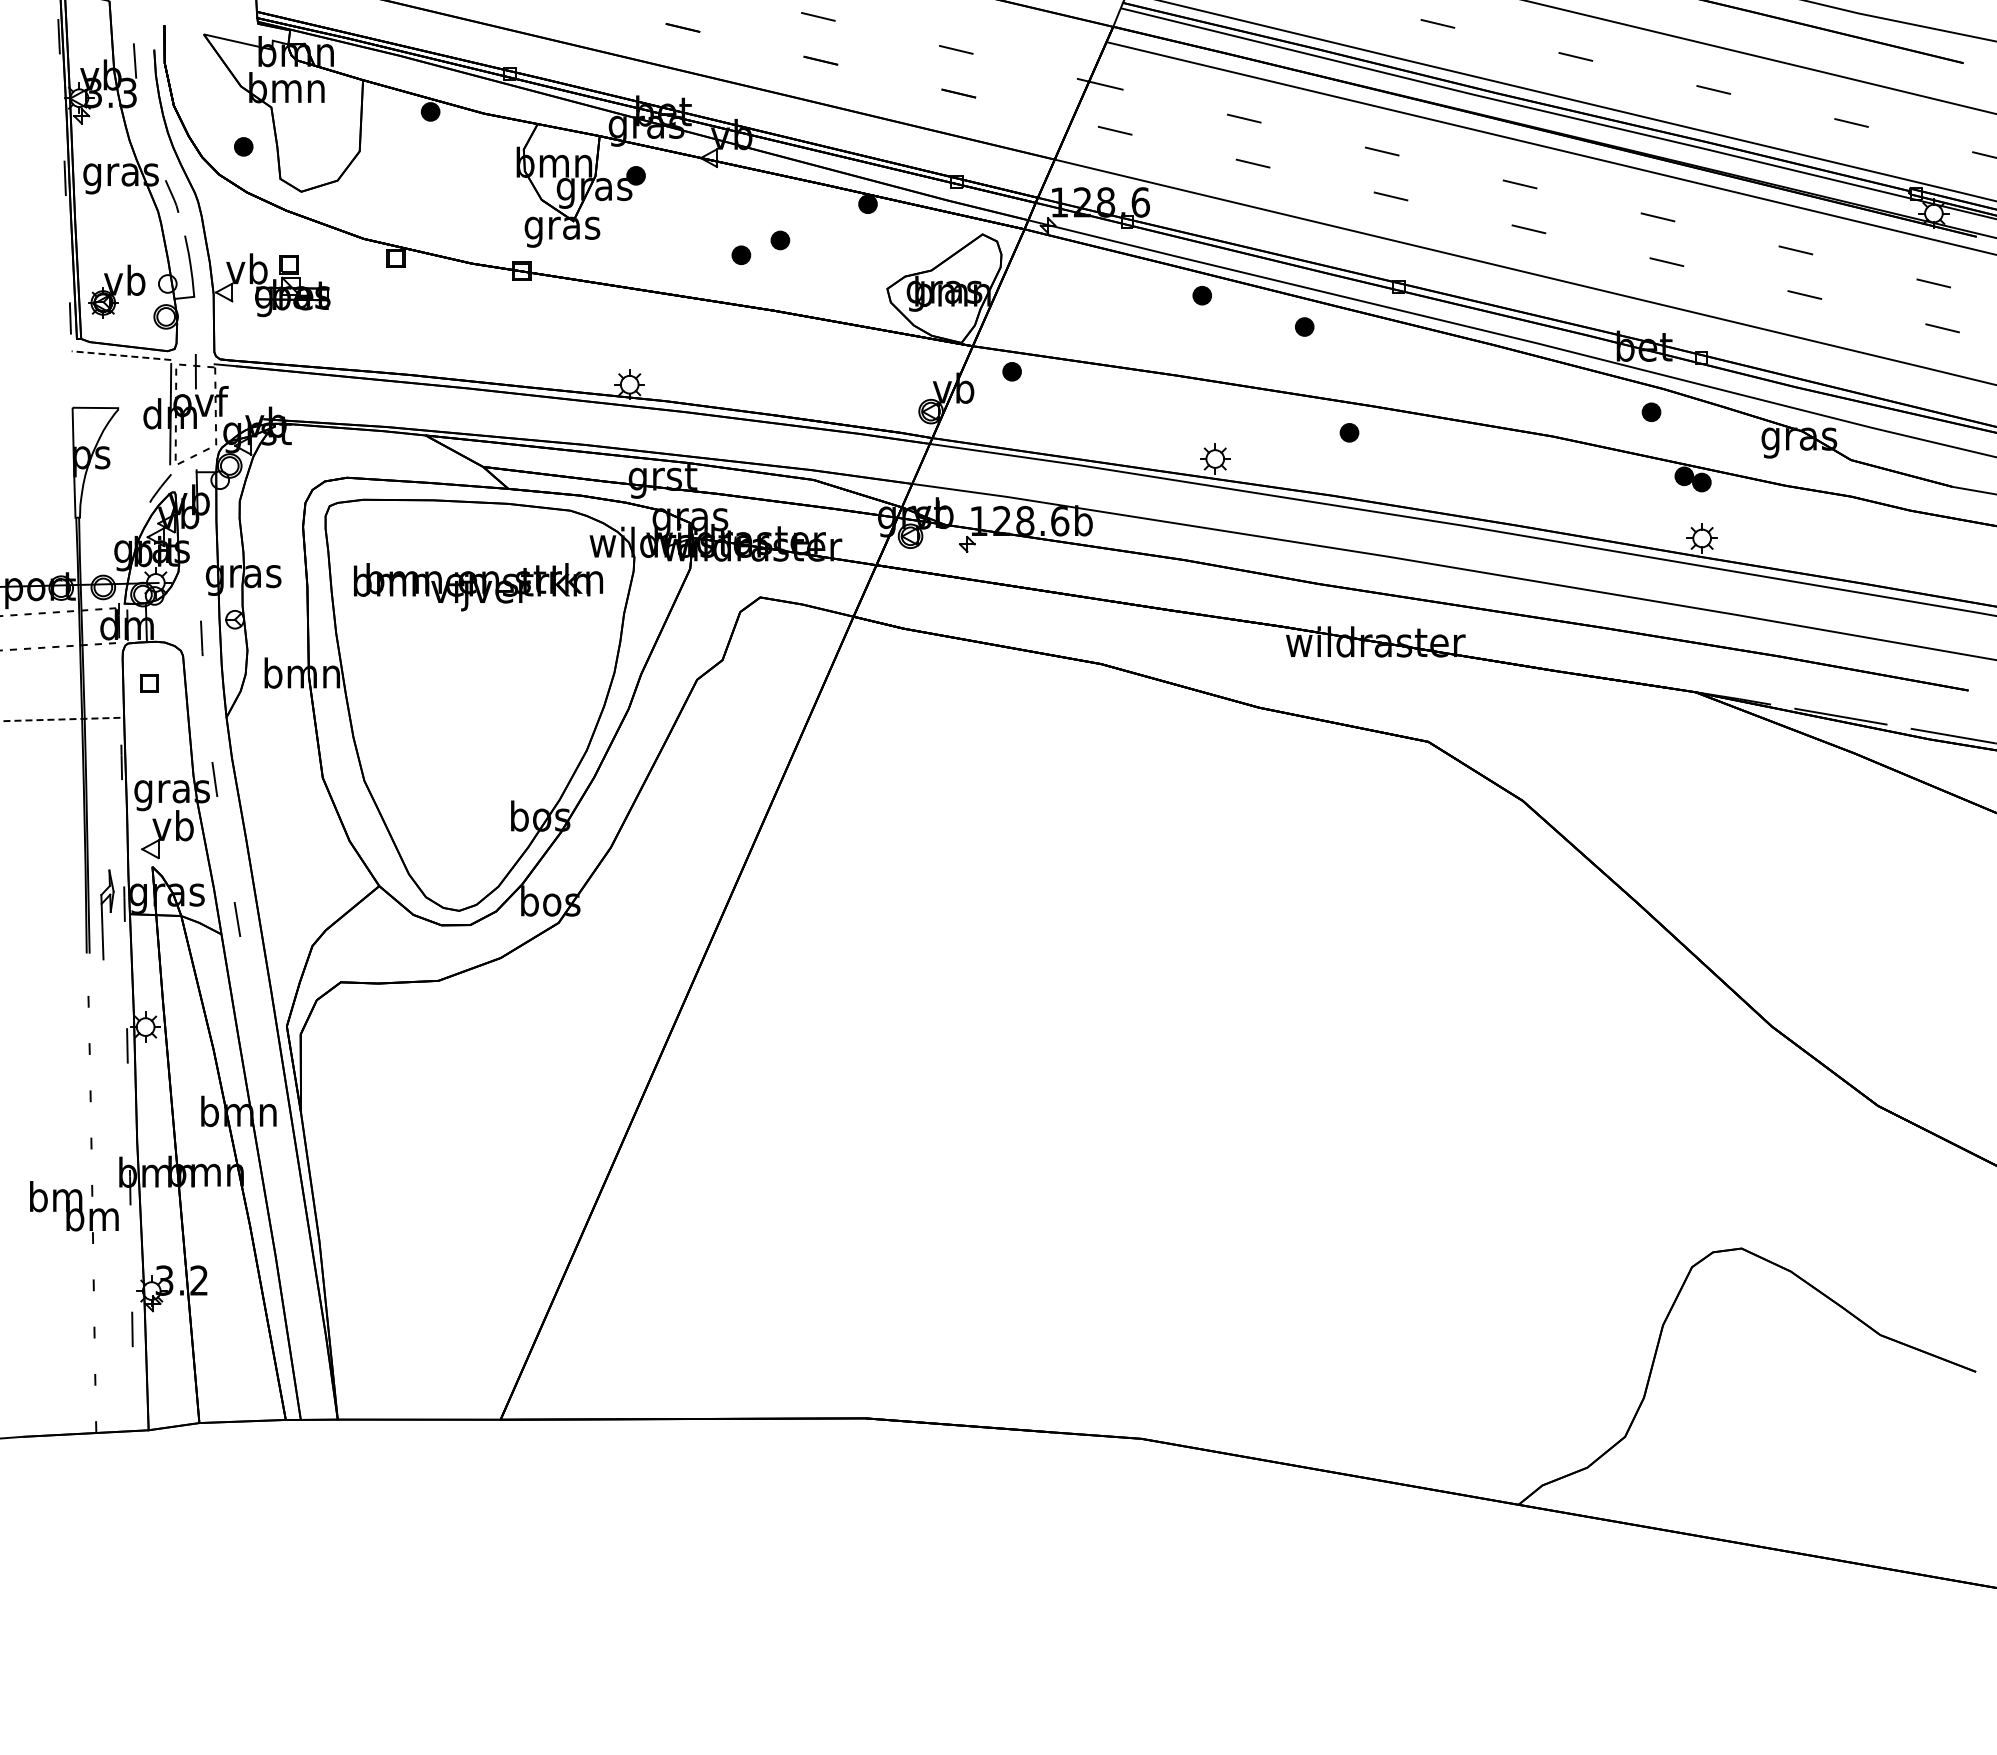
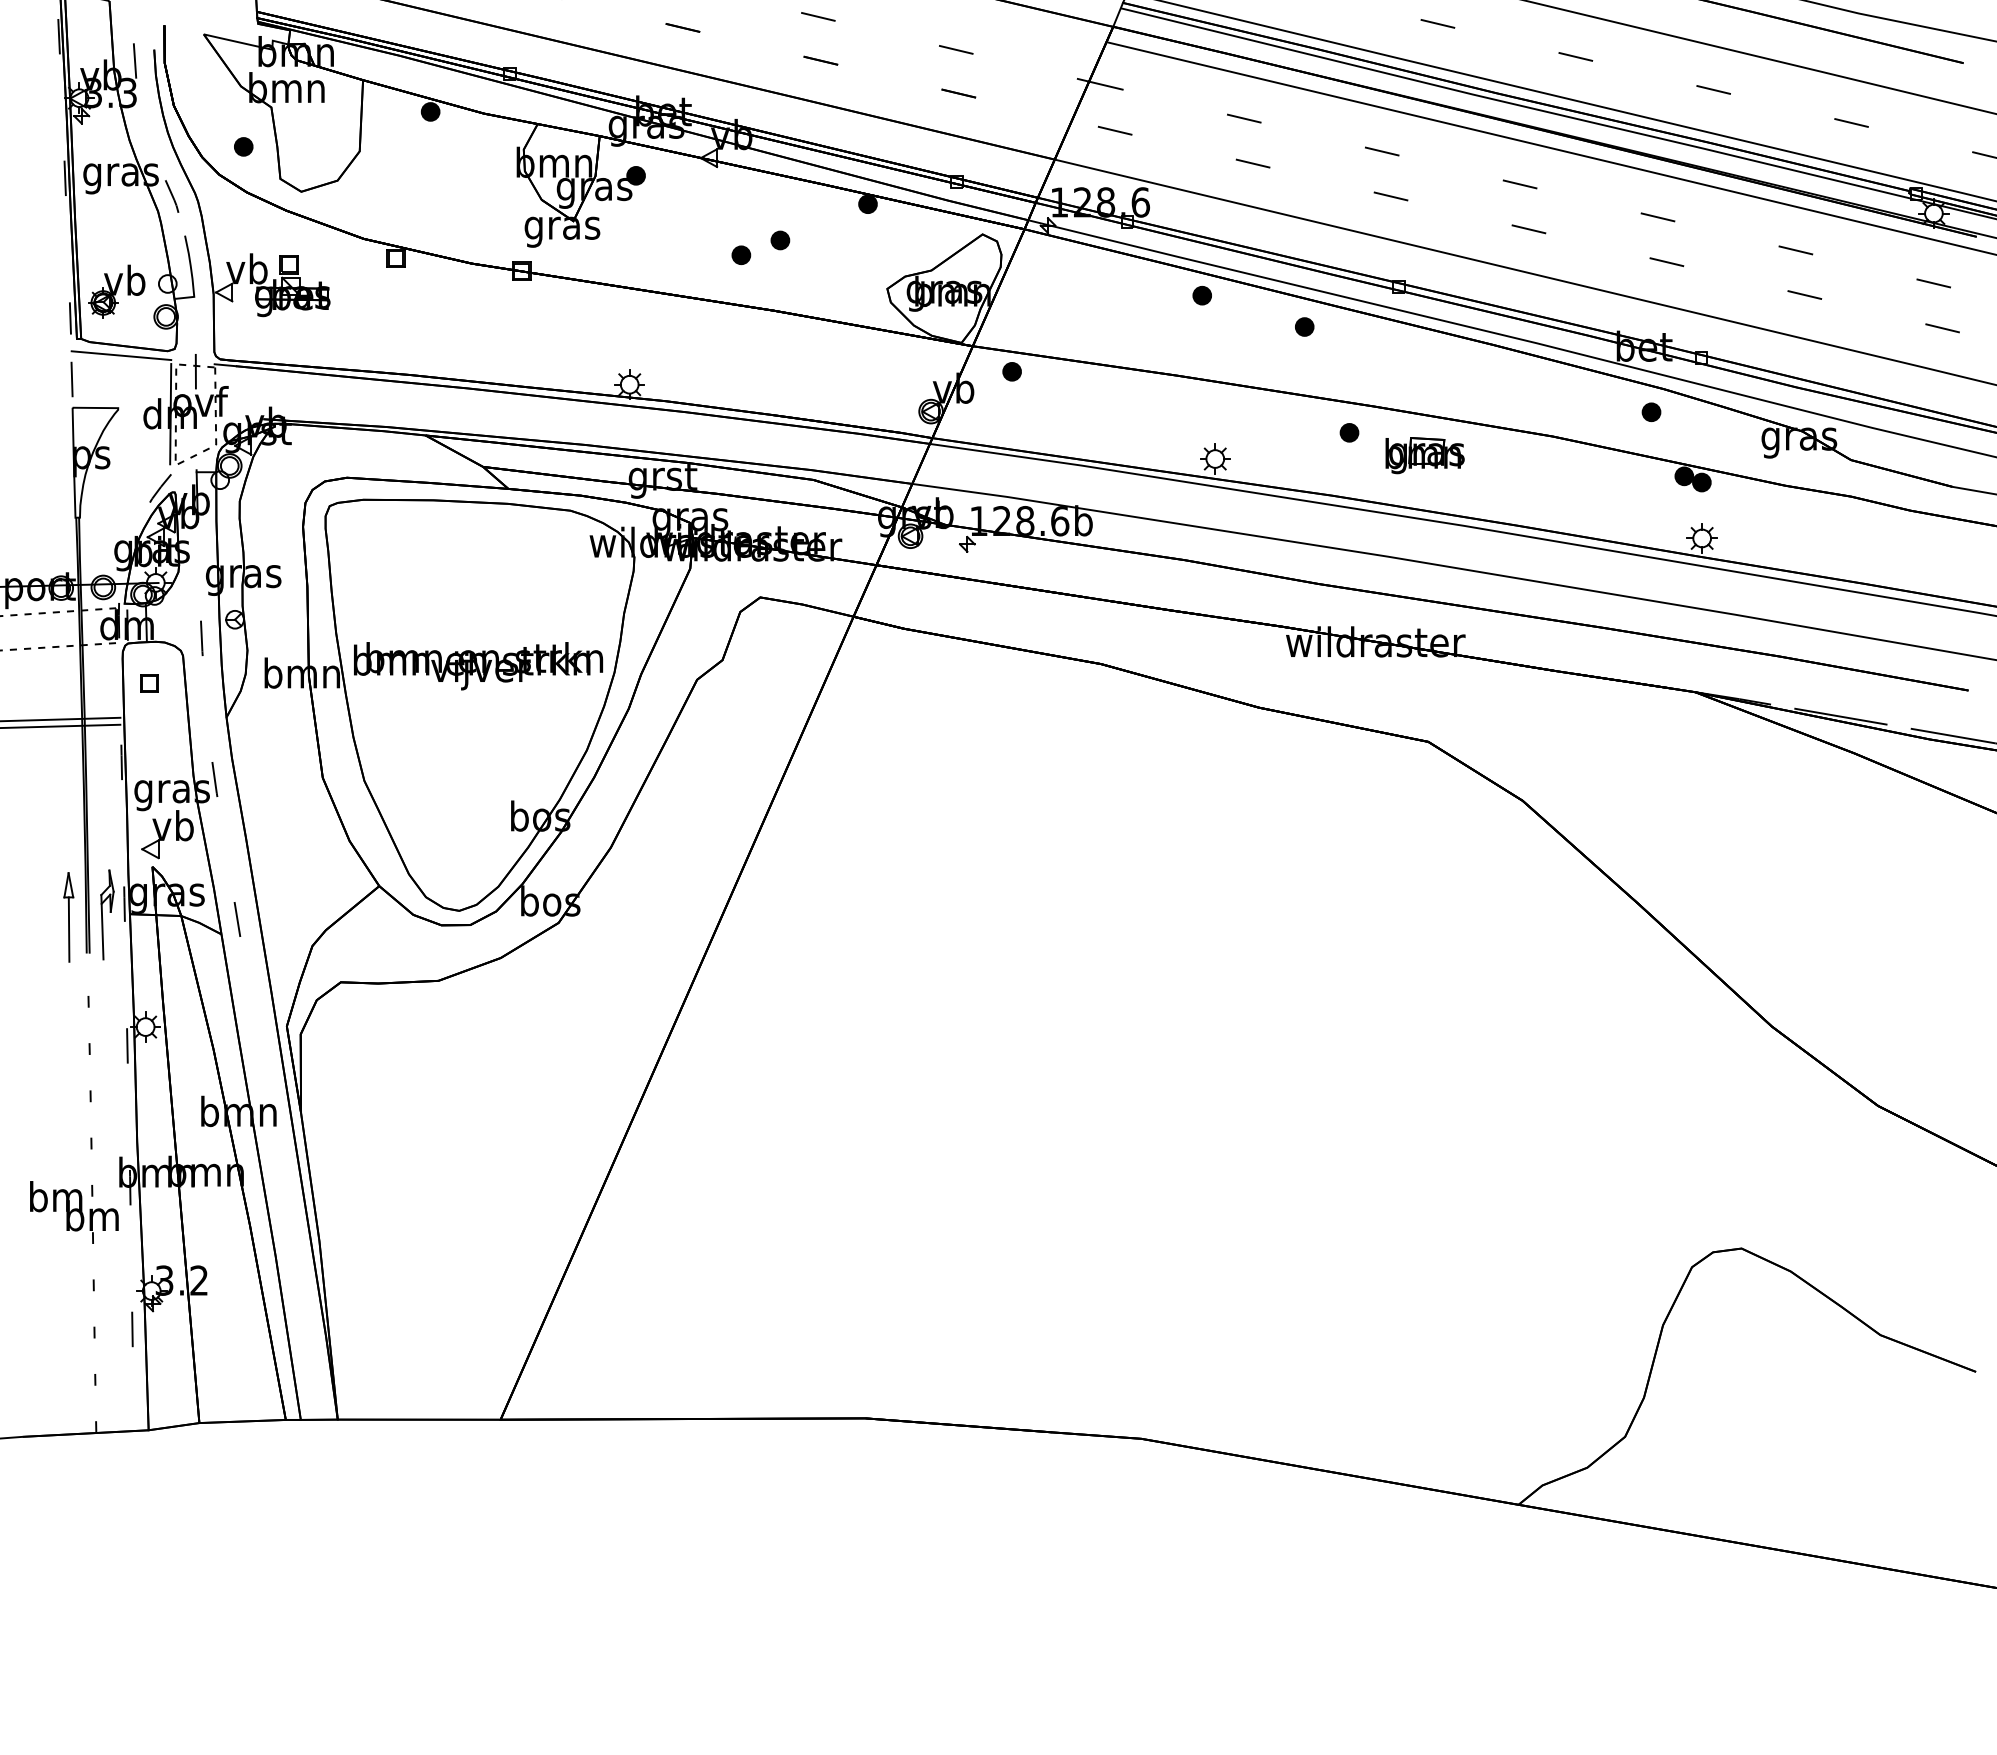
line at (121, 355): dashed -> solid
line at (71, 379): none -> present
part at (1424, 455): none -> present
text at (478, 587) position: (478, 587) -> (478, 666)
line at (60, 719): dashed -> solid
line at (61, 725): none -> present
part at (68, 917): none -> present
